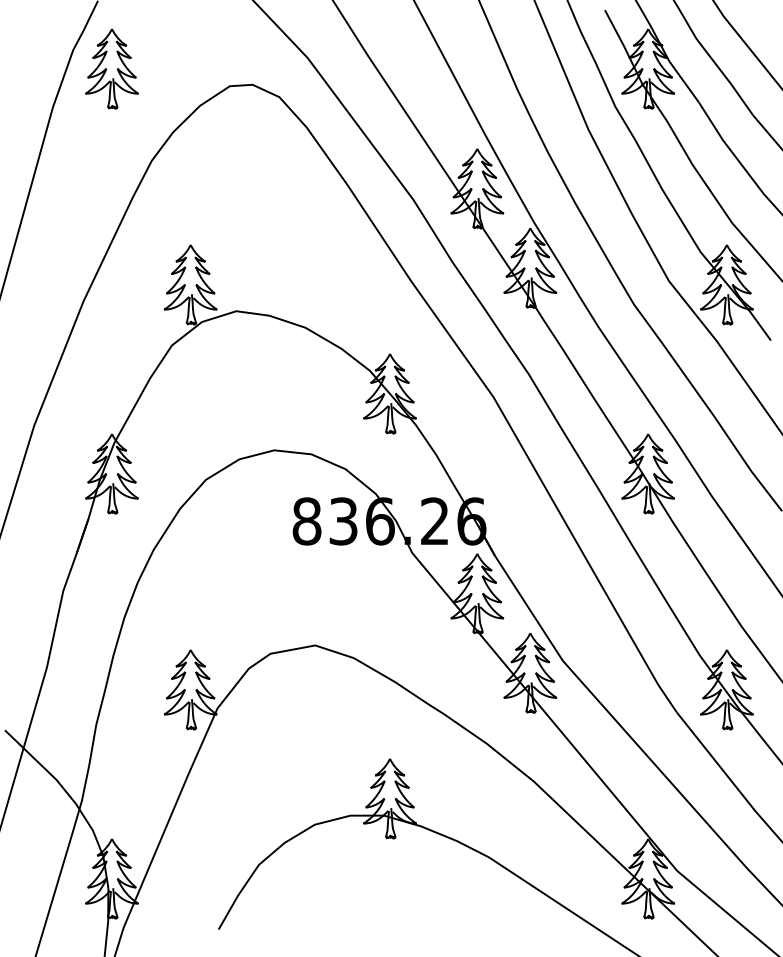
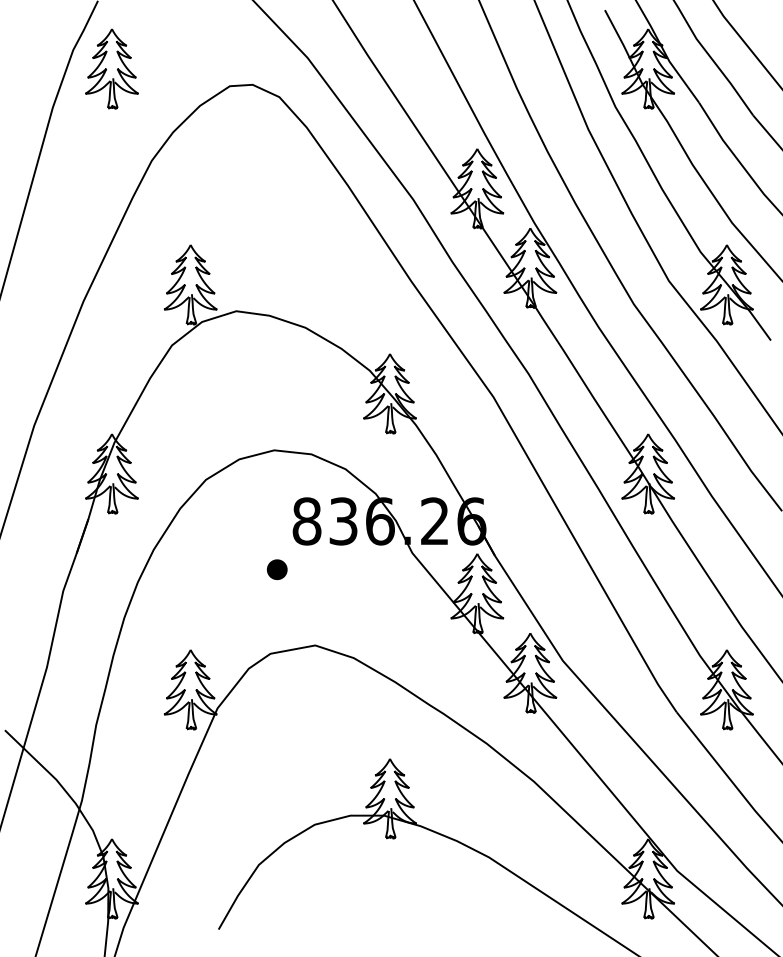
part at (277, 569): none -> present
